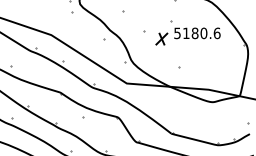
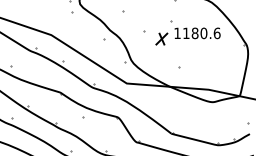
text at (177, 33): 5180.6 -> 1180.6
